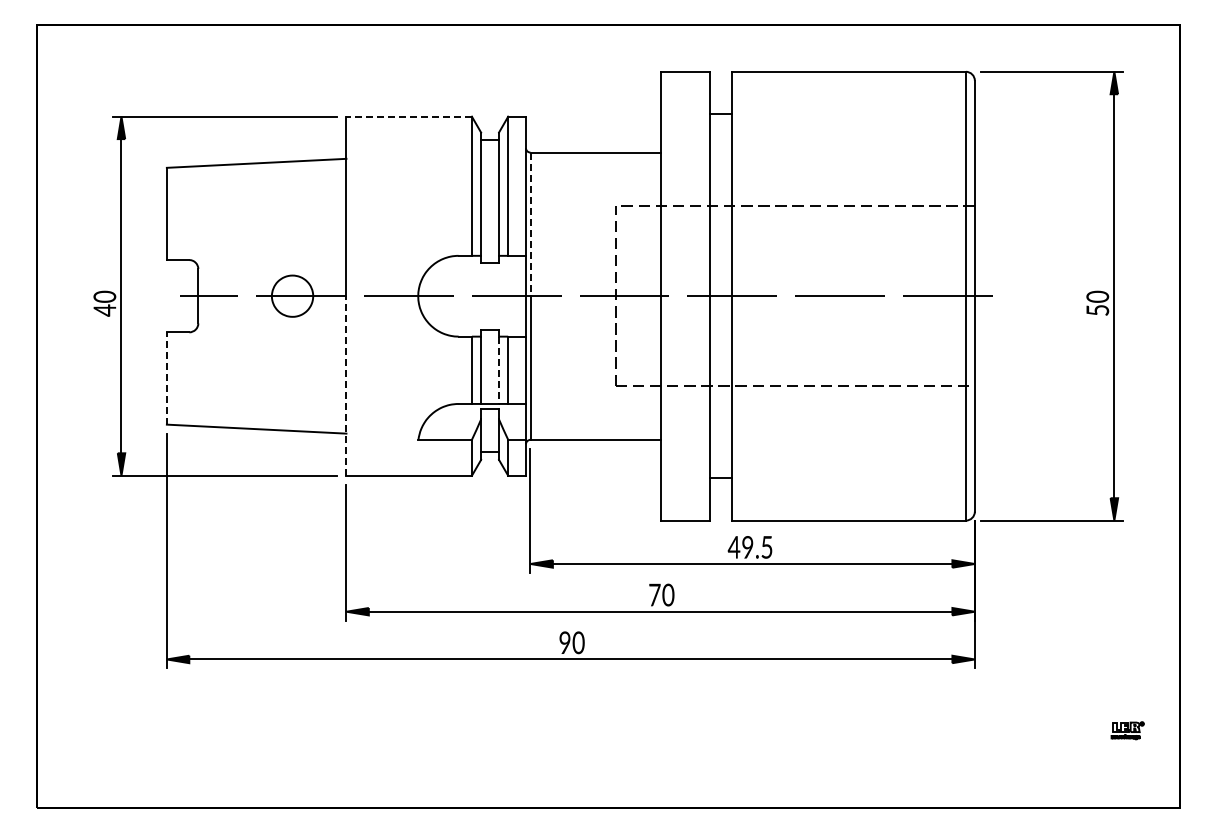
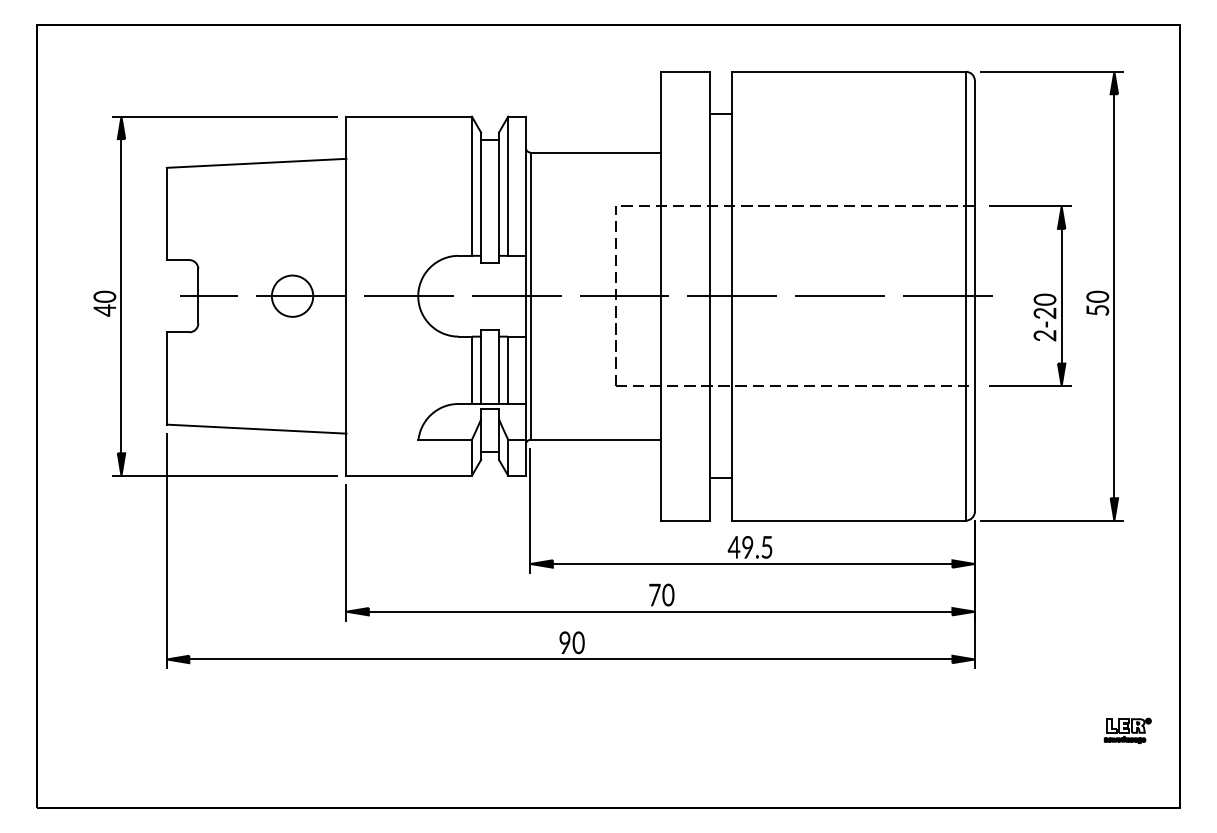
line at (409, 116): dashed -> solid
line at (530, 224): dashed -> solid
part at (1030, 295): none -> present
line at (499, 370): dashed -> solid
line at (166, 378): dashed -> solid
line at (346, 386): dashed -> solid
part at (1127, 730) size: 35x20 px -> 49x27 px
